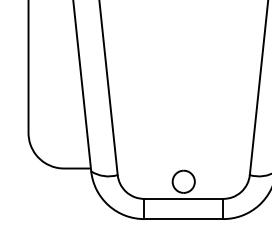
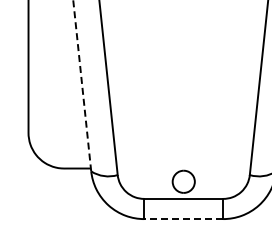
line at (82, 86): solid -> dashed
line at (183, 219): solid -> dashed
